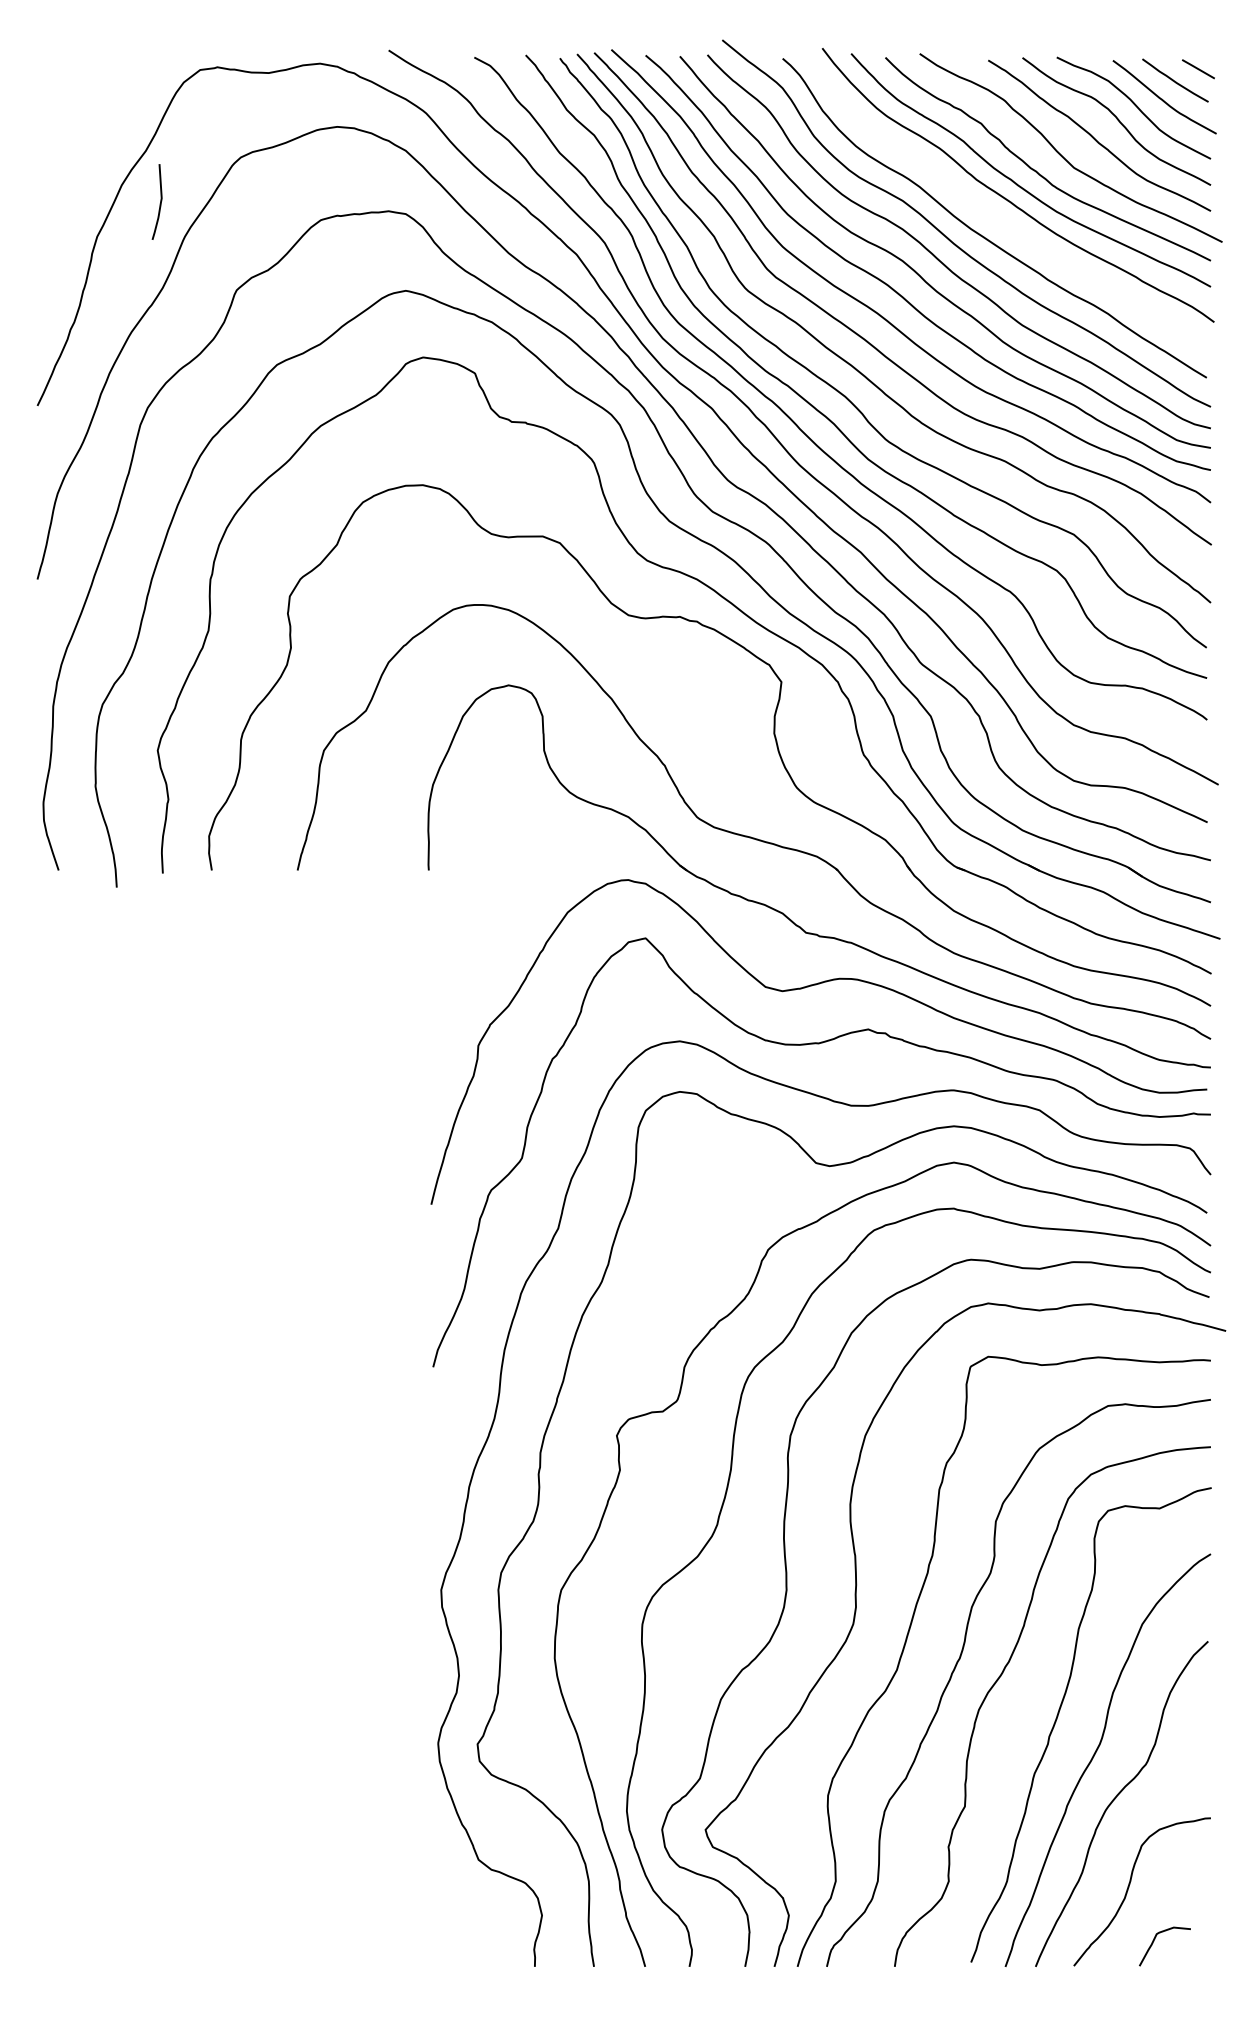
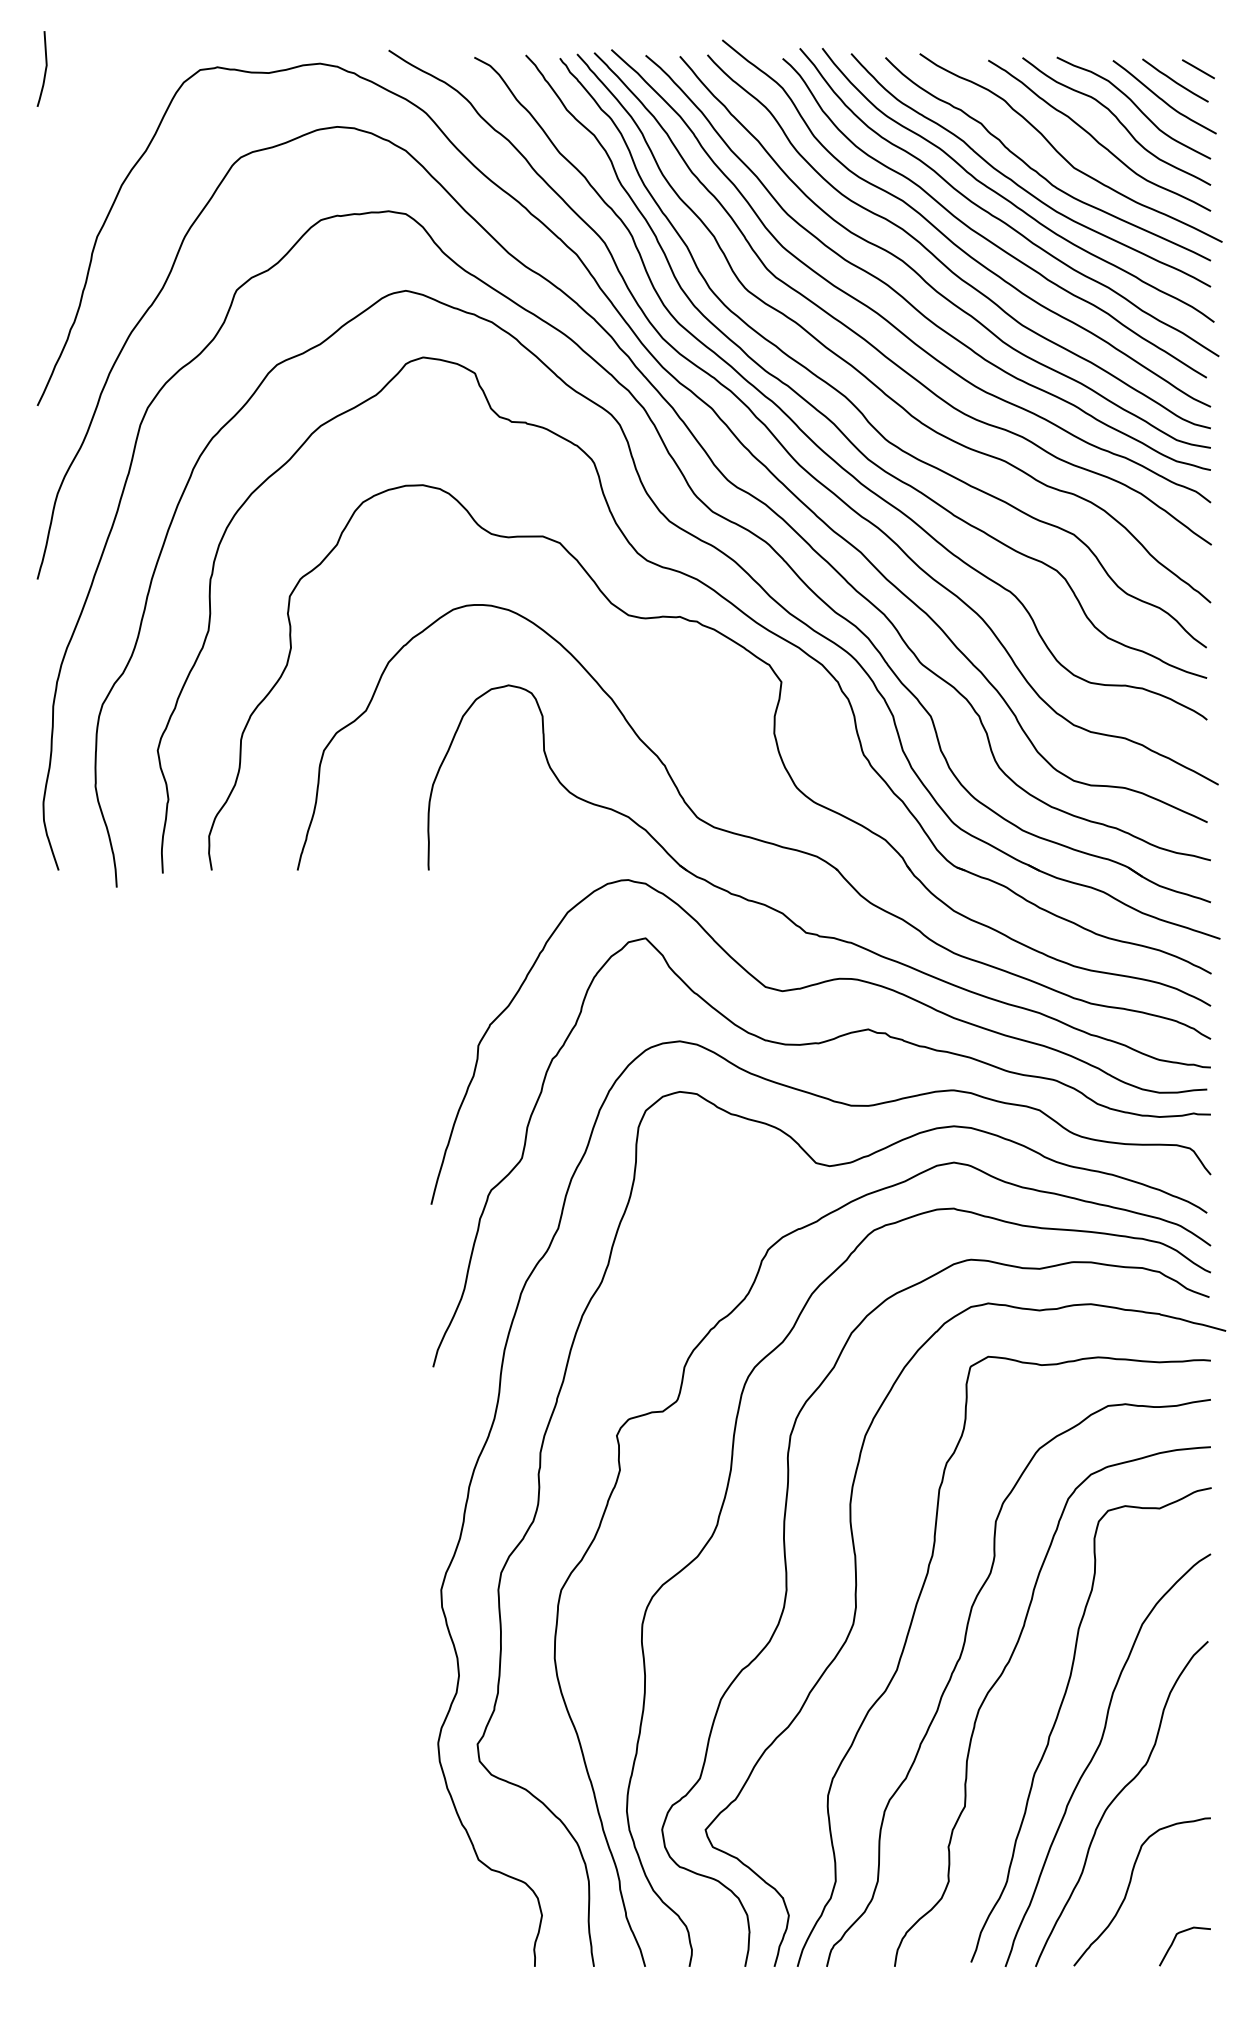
curve at (159, 203) position: (159, 203) -> (44, 70)
curve at (1001, 219): none -> present
curve at (1154, 1941) position: (1154, 1941) -> (1174, 1941)
